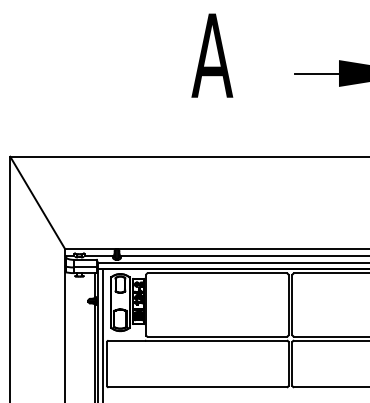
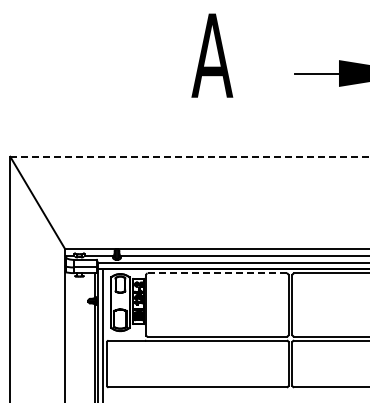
line at (190, 156): solid -> dashed
line at (217, 273): solid -> dashed
